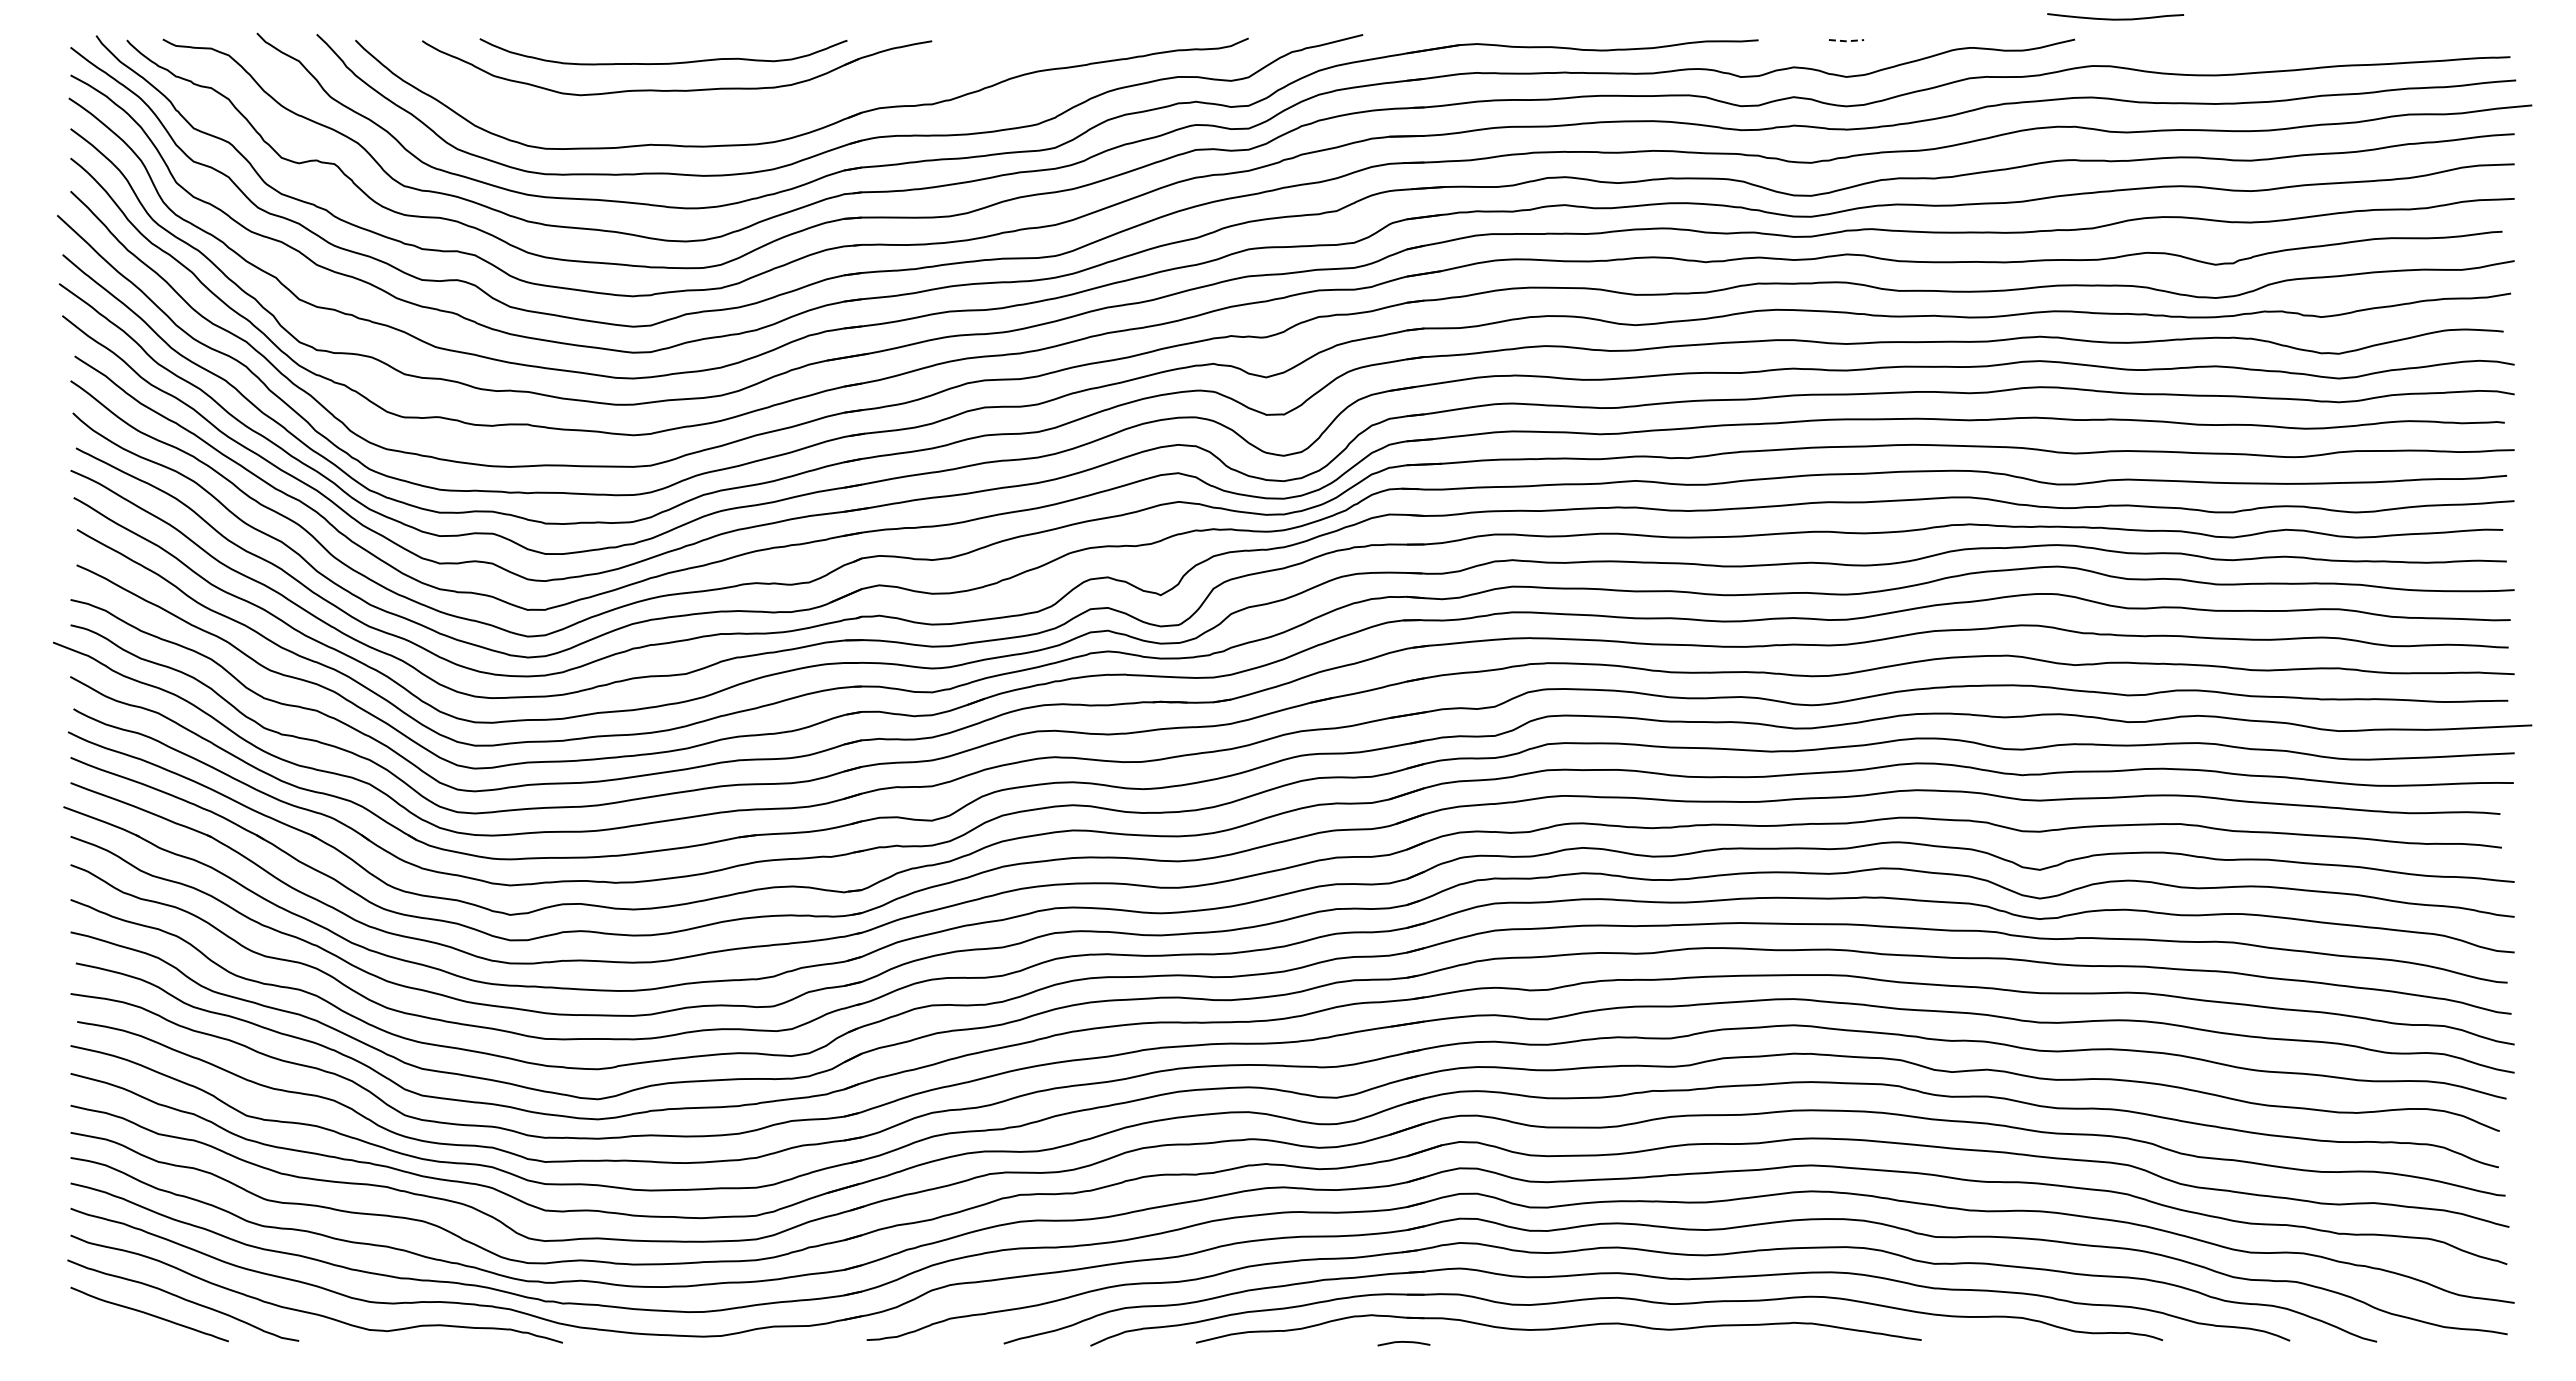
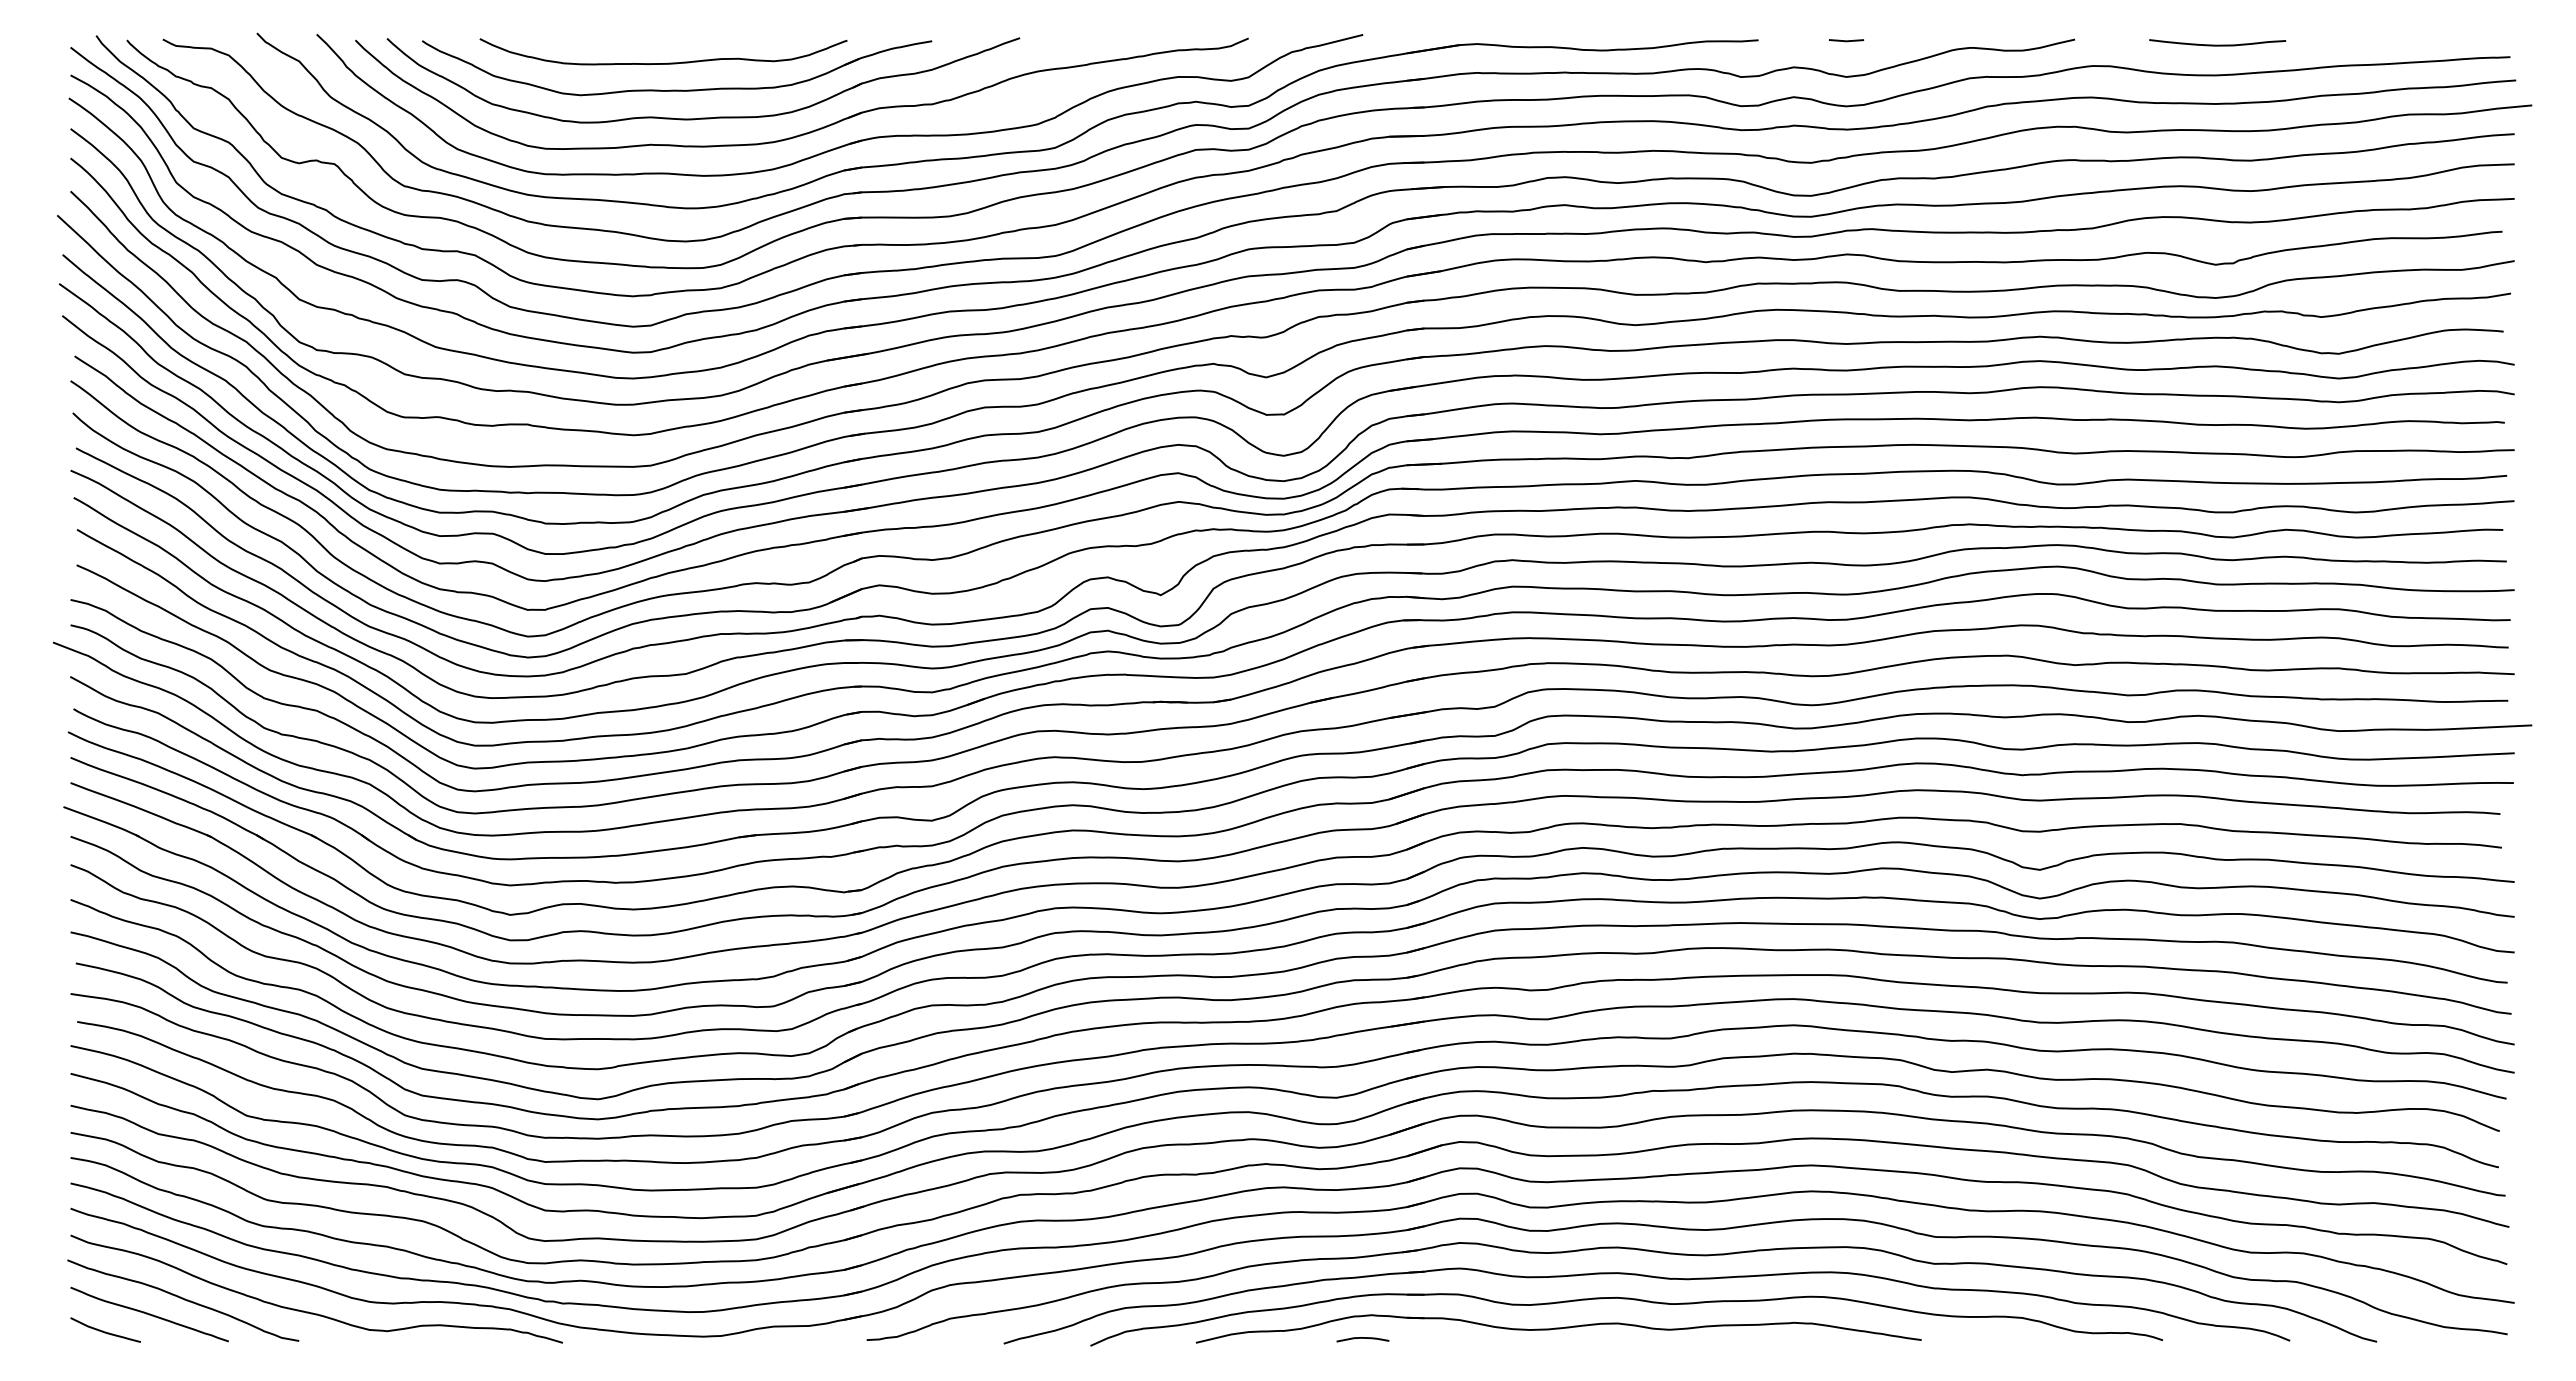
curve at (2115, 18) position: (2115, 18) -> (2217, 44)
line at (1846, 41): dashed -> solid
part at (703, 117): none -> present
curve at (105, 1331): none -> present
curve at (1403, 1342) position: (1403, 1342) -> (1362, 1338)
